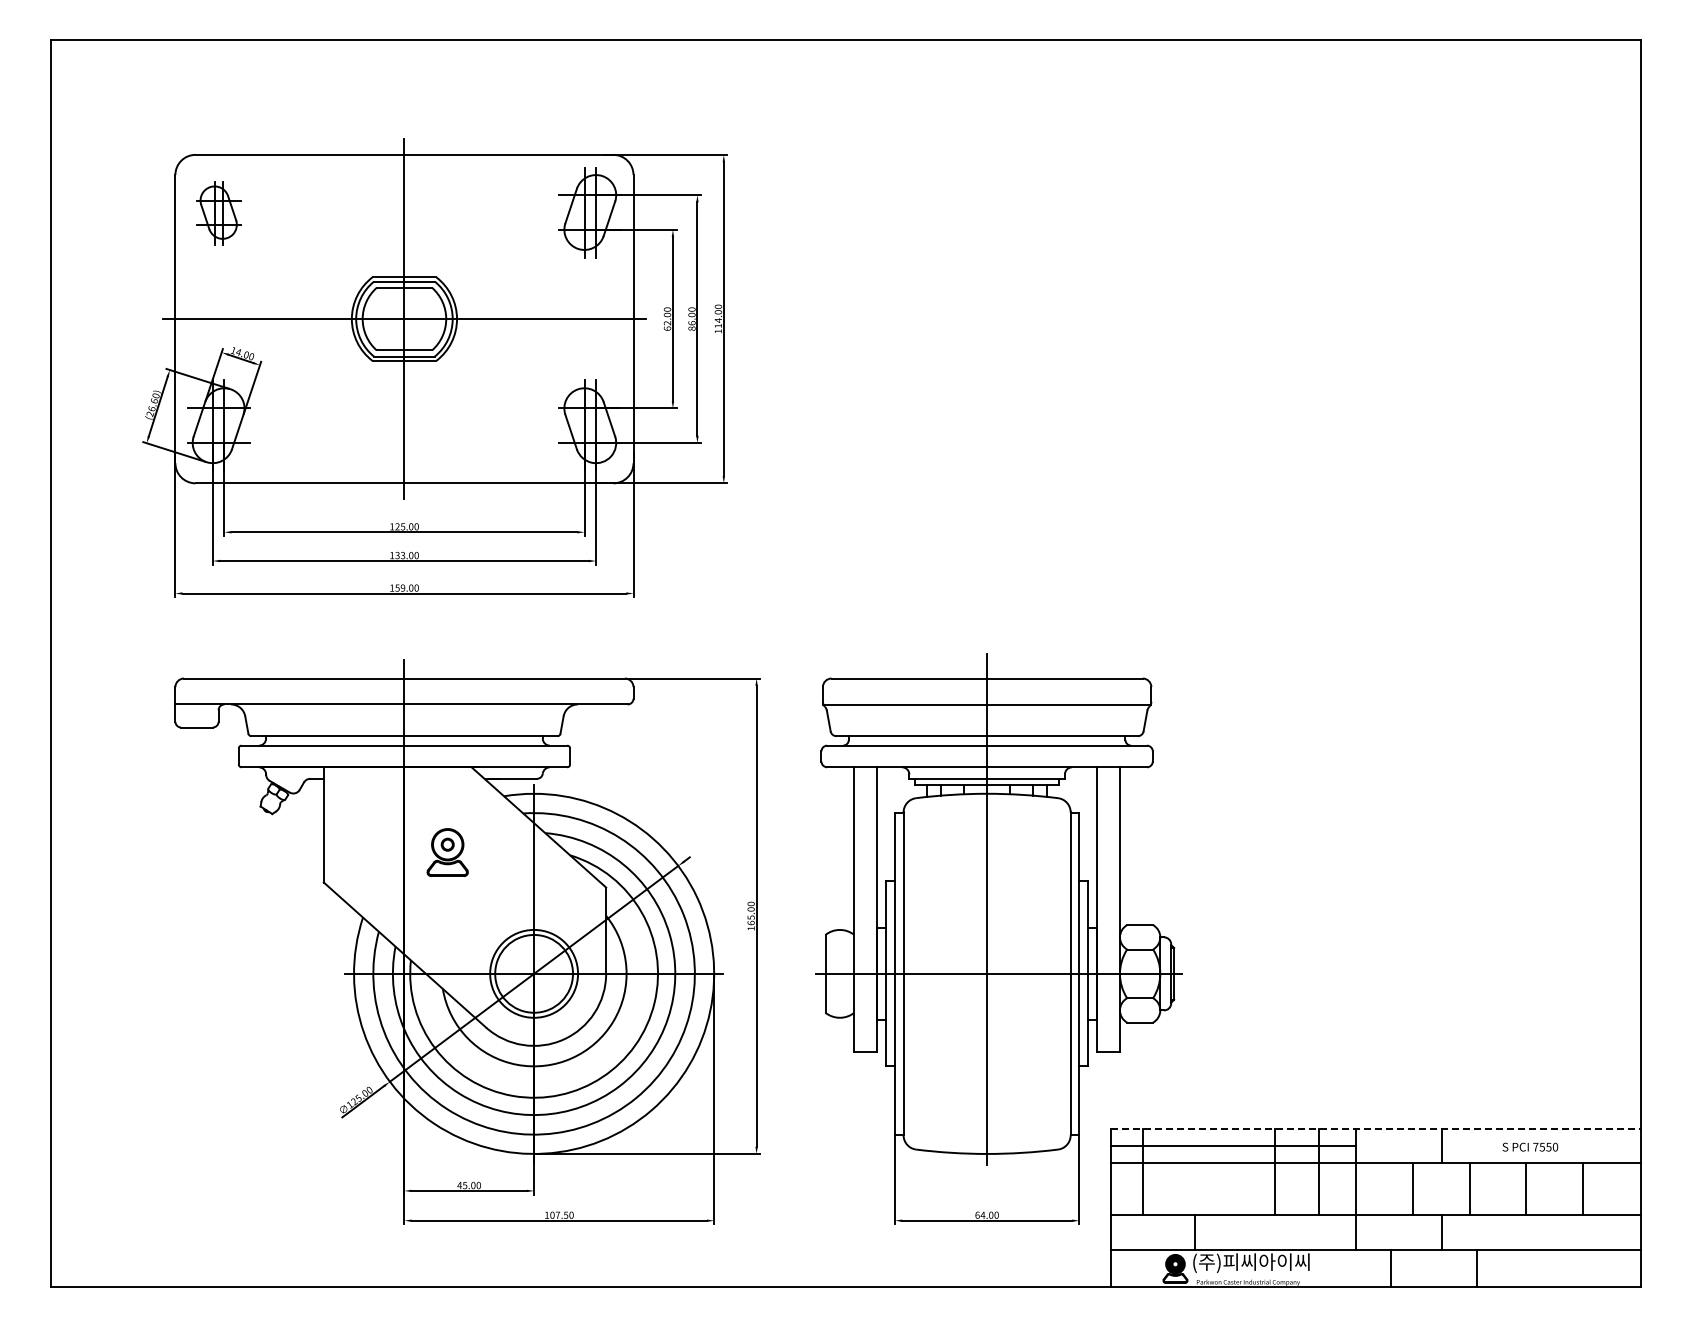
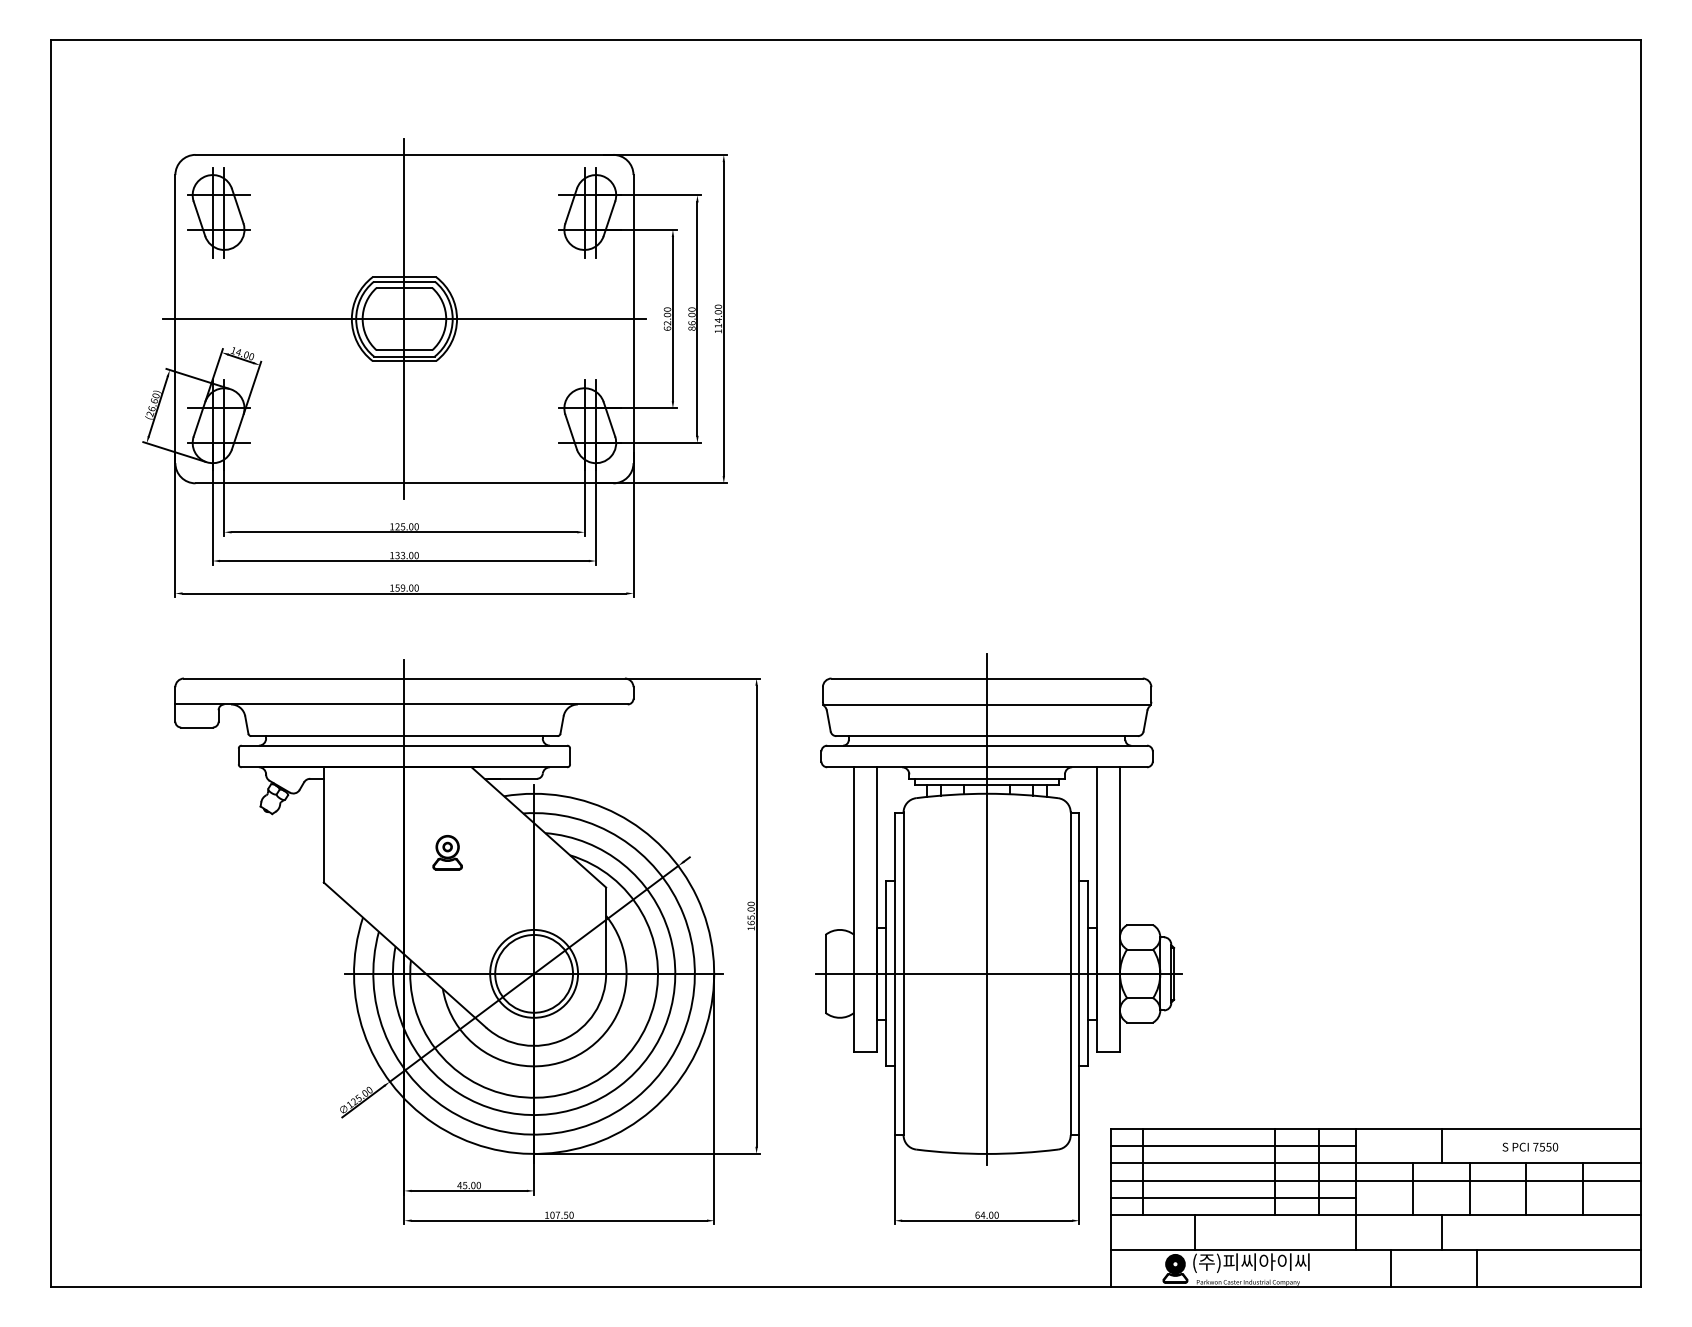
part at (218, 213) size: 46x65 px -> 64x92 px
part at (447, 852) size: 43x49 px -> 31x36 px
line at (1376, 1128): dashed -> solid
line at (1376, 1180): none -> present
line at (1233, 1197): none -> present
